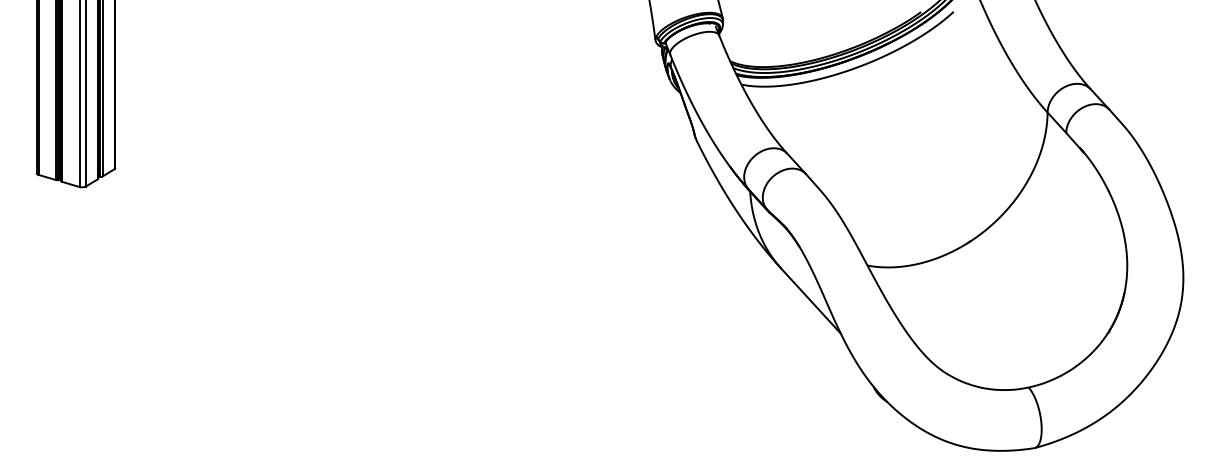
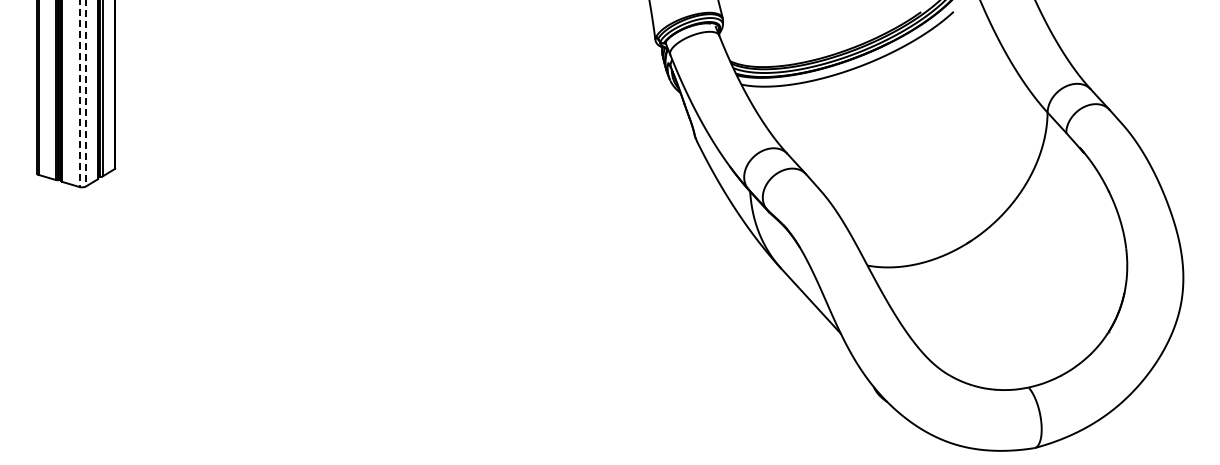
line at (85, 93): solid -> dashed
line at (79, 94): solid -> dashed
